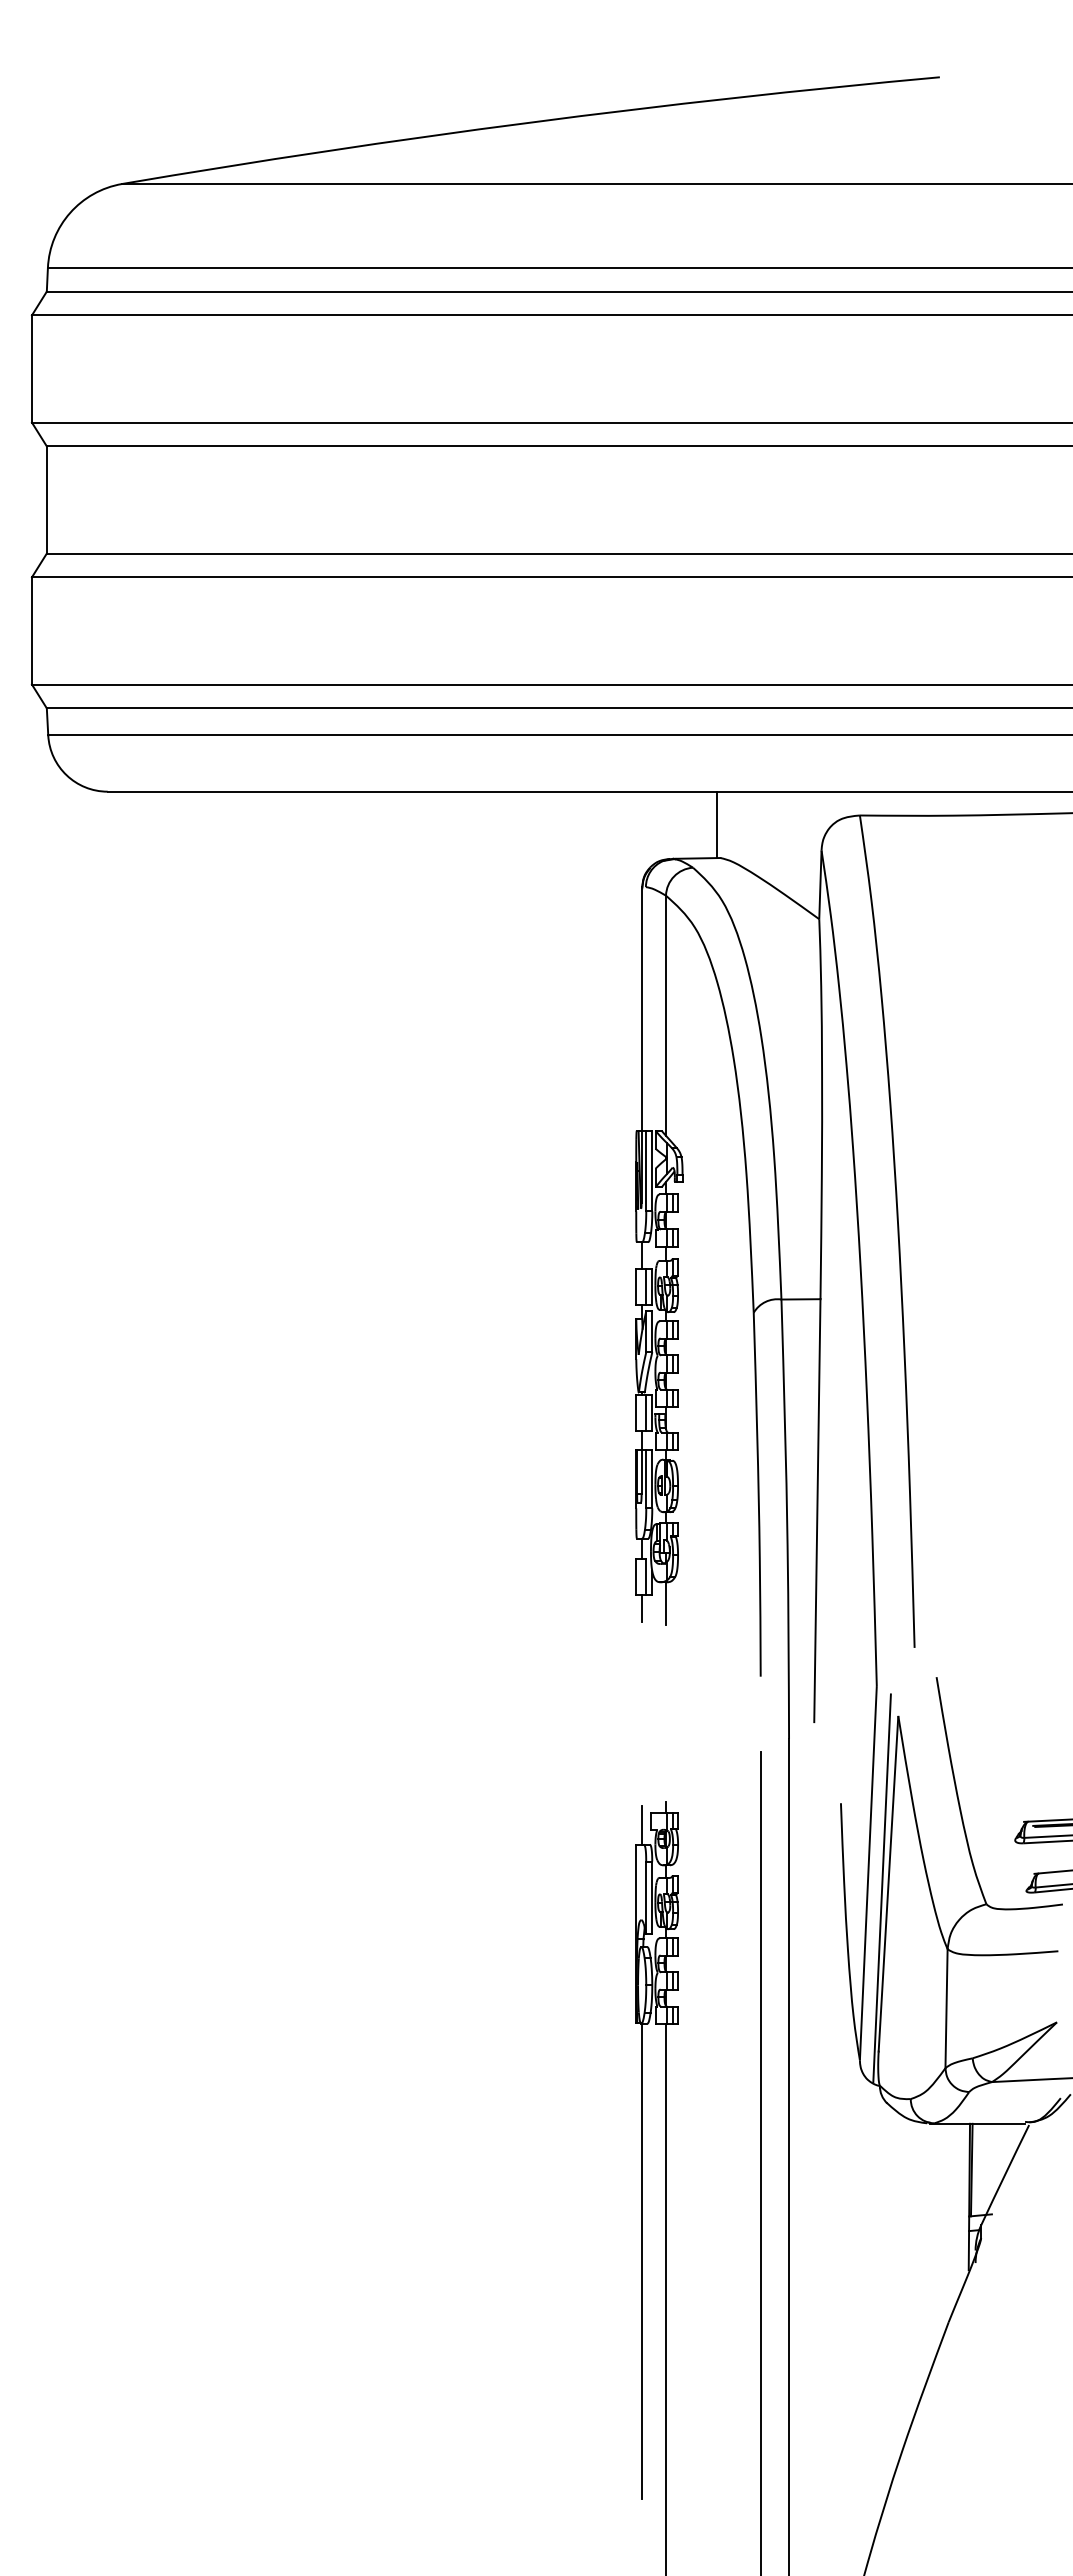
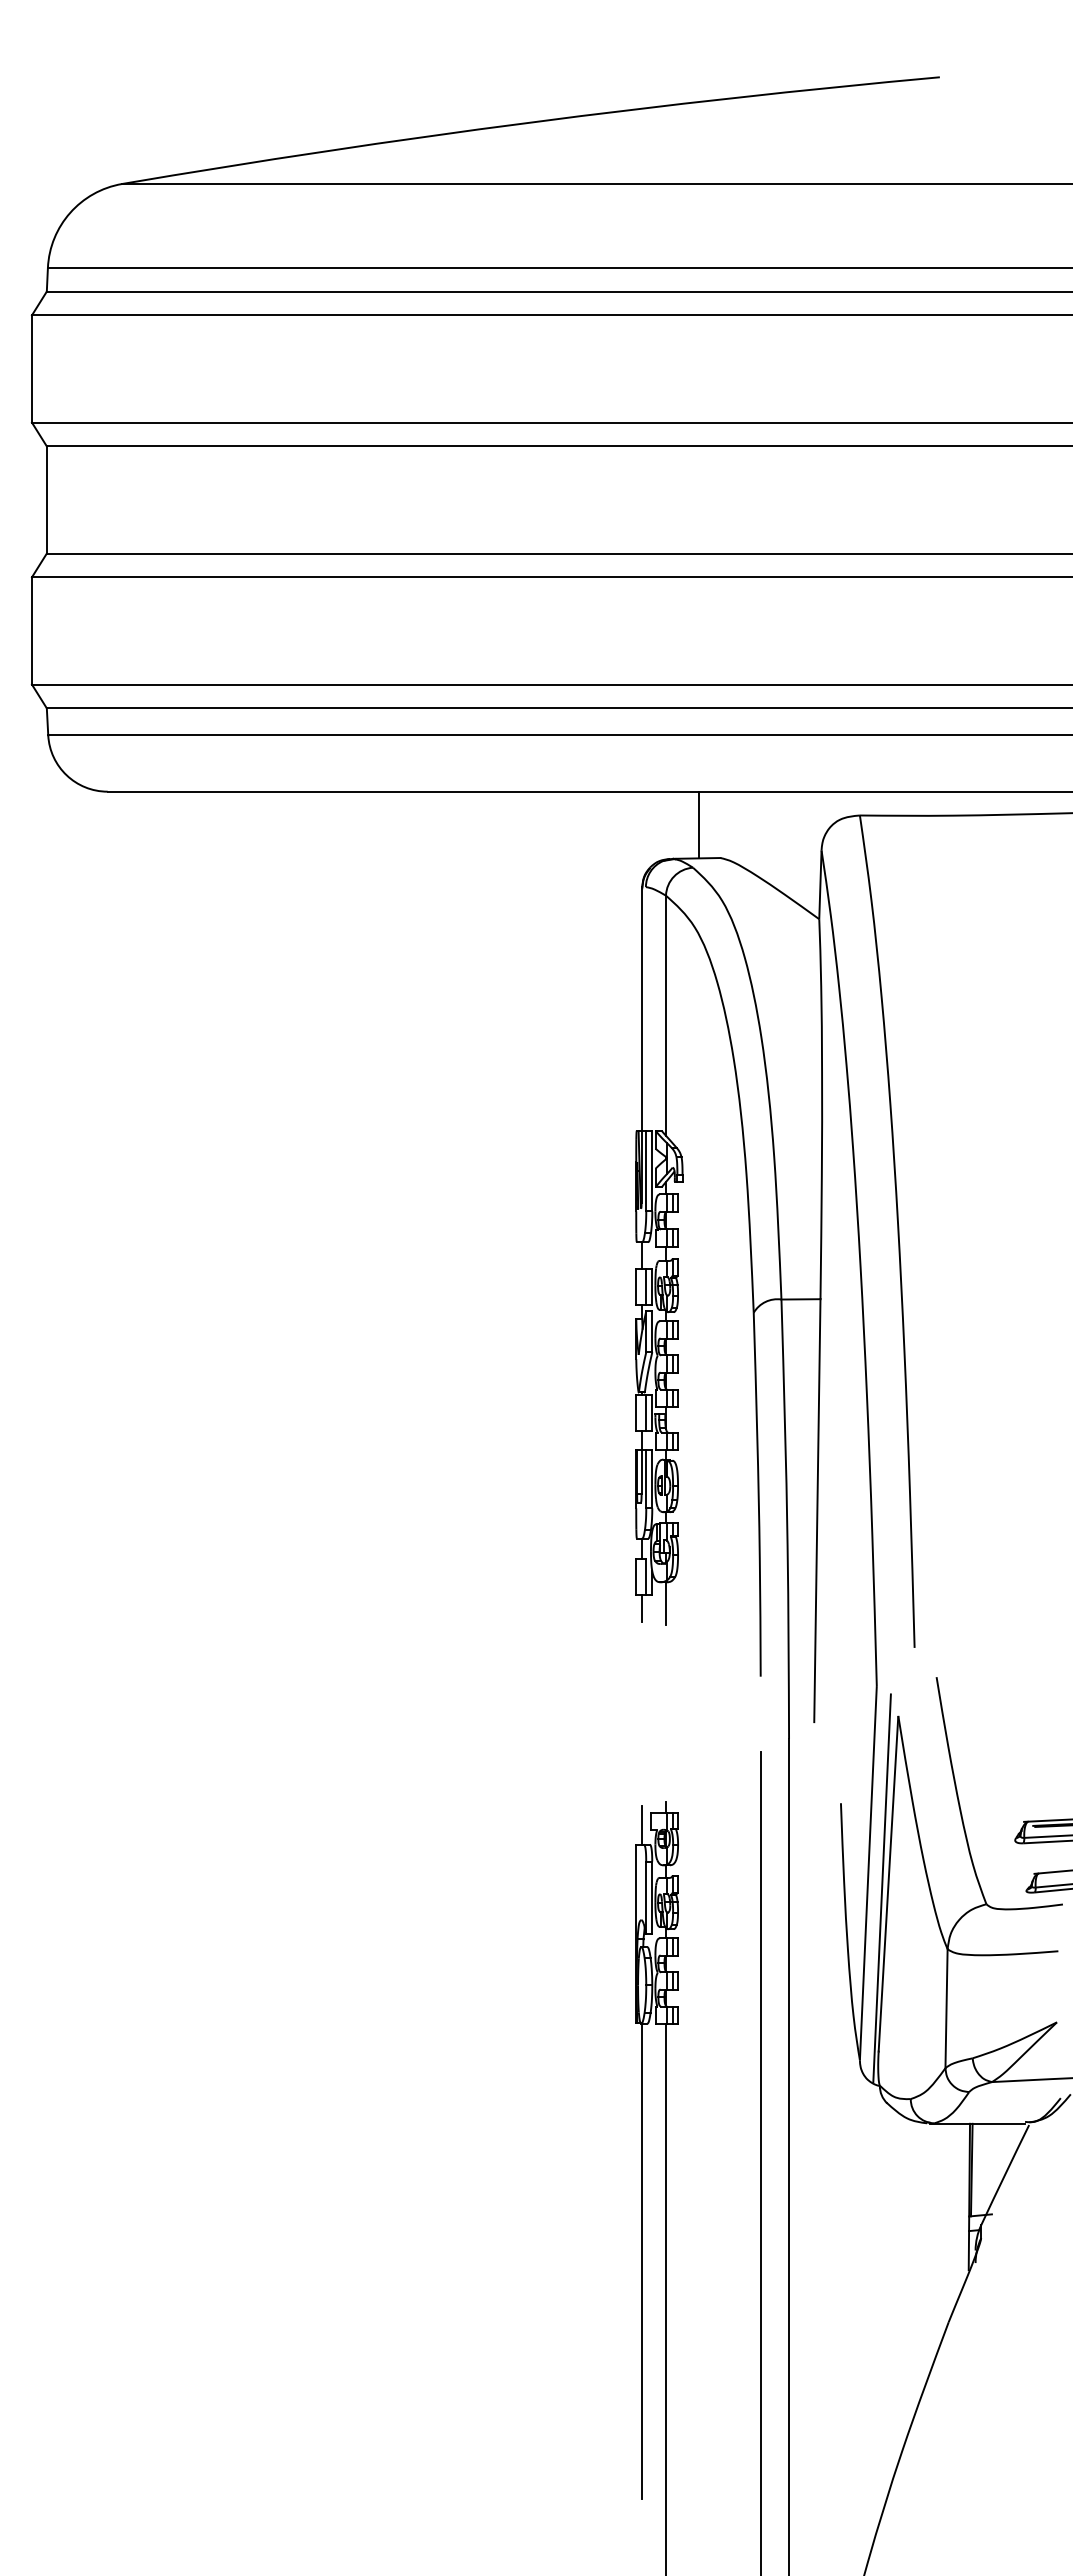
line at (716, 824) position: (716, 824) -> (698, 824)
